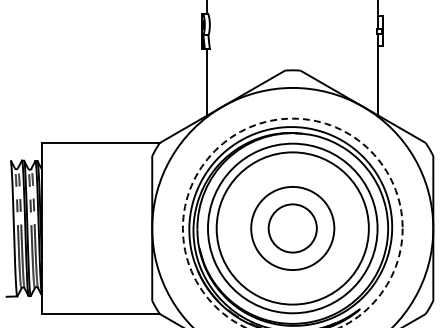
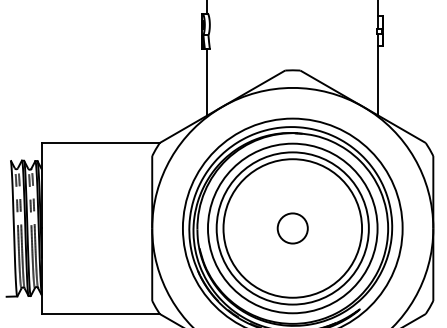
circle at (292, 222): dashed -> solid
circle at (292, 228) diameter: 48 px -> 30 px
circle at (292, 228) diameter: 83 px -> 139 px
